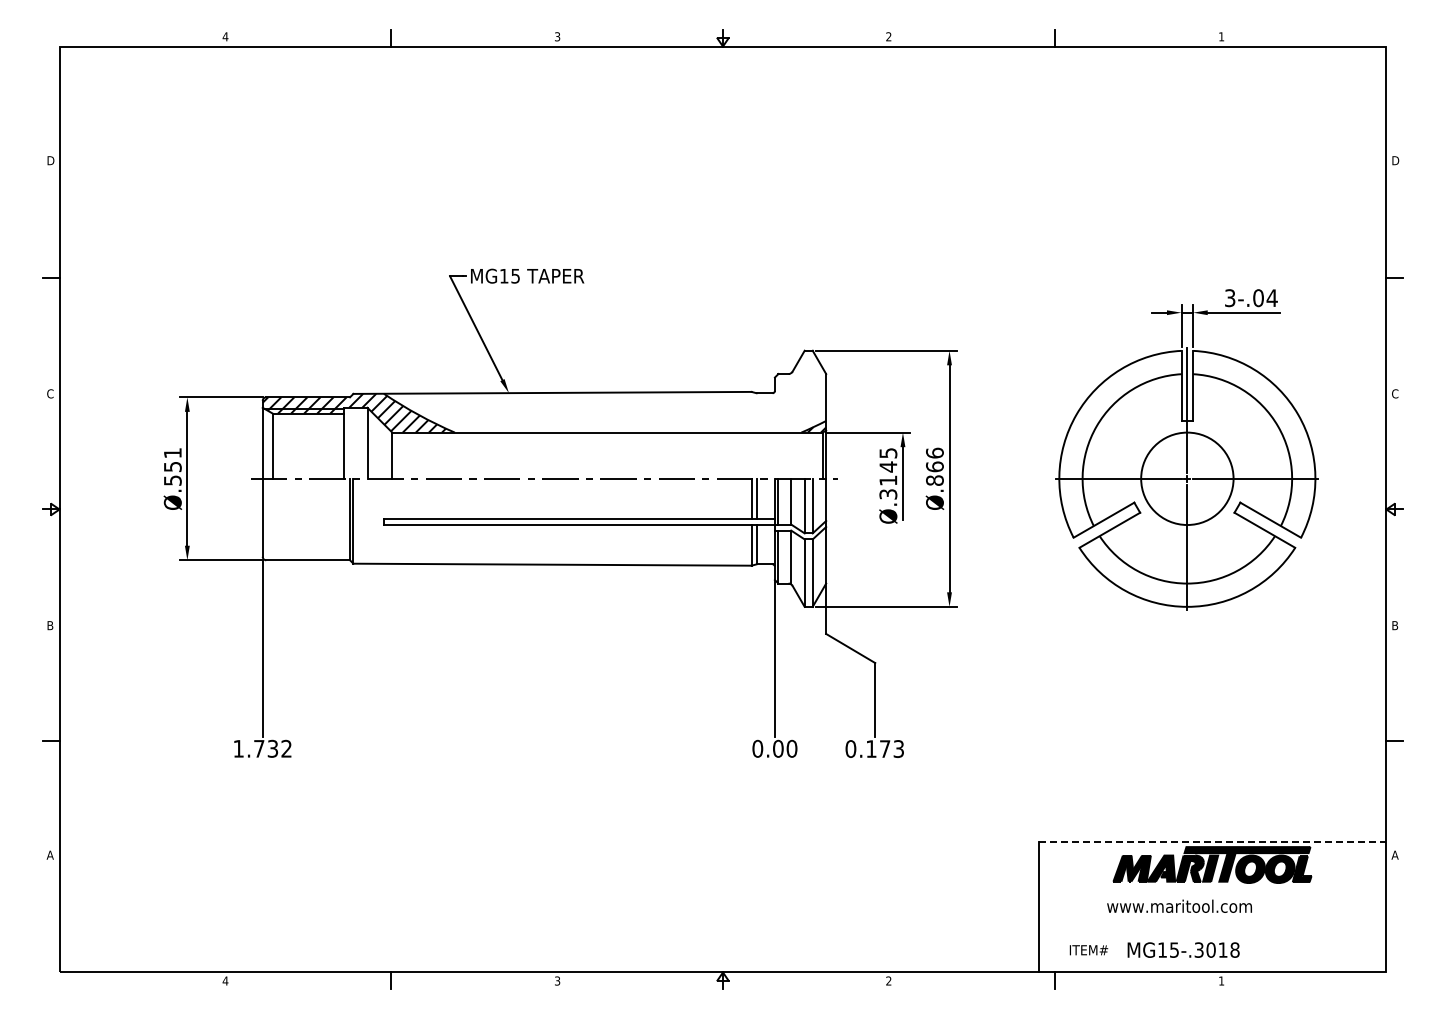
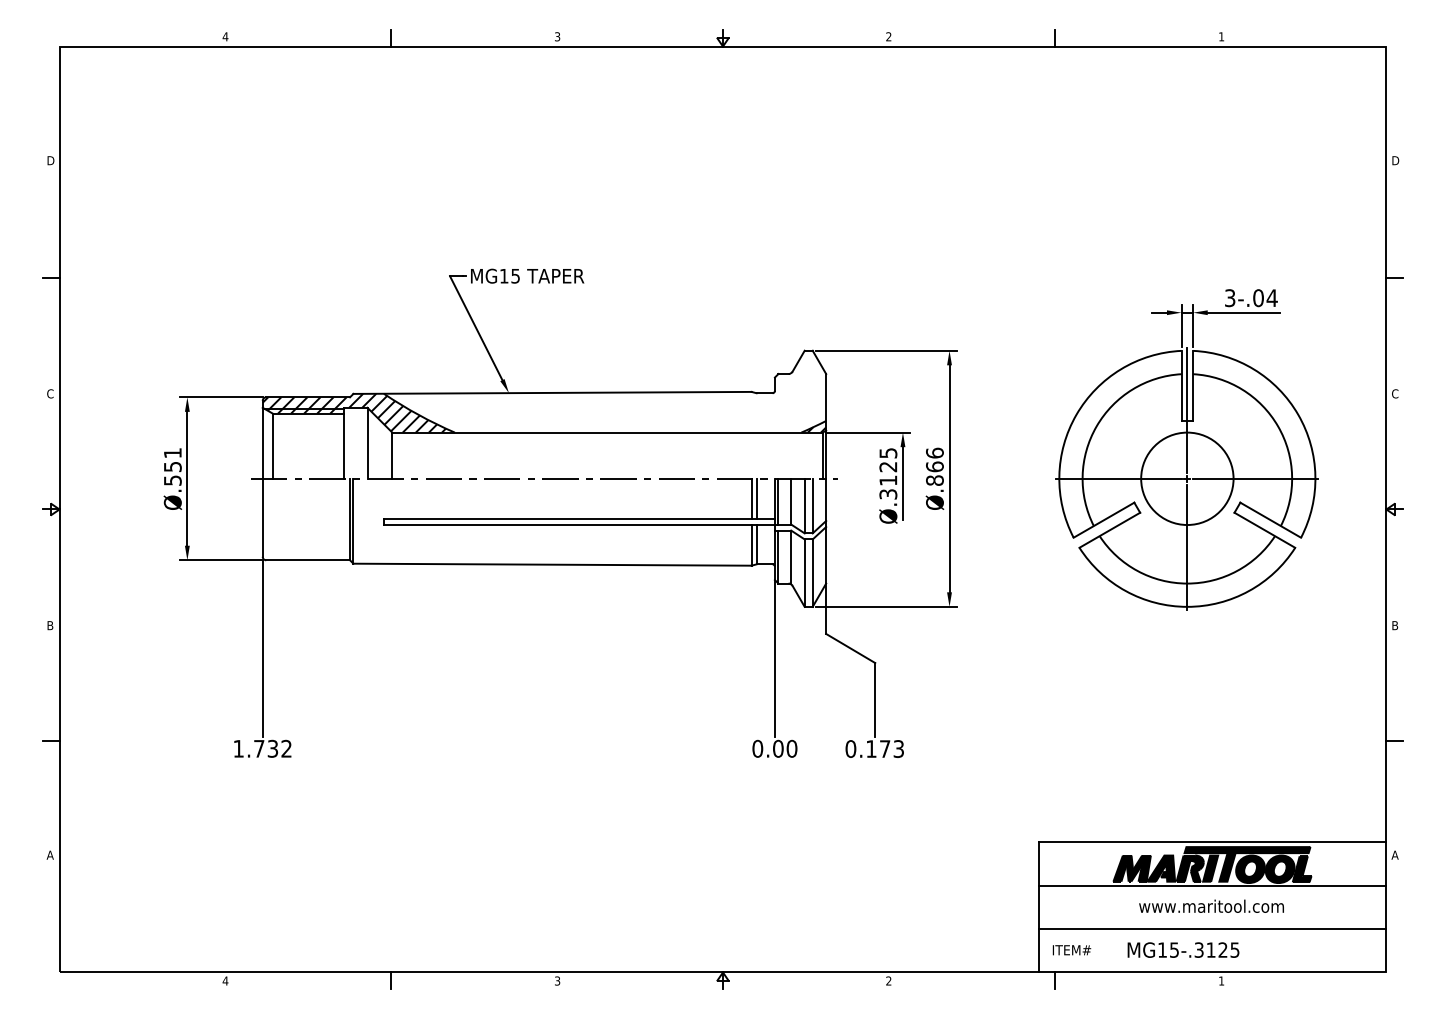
text at (888, 466): Ø.3145 -> Ø.3125
line at (1212, 842): dashed -> solid
line at (1212, 885): none -> present
text at (1179, 905) position: (1179, 905) -> (1211, 905)
line at (1212, 929): none -> present
text at (1222, 949): MG15-.3018 -> MG15-.3125
text at (1088, 950) position: (1088, 950) -> (1071, 950)
